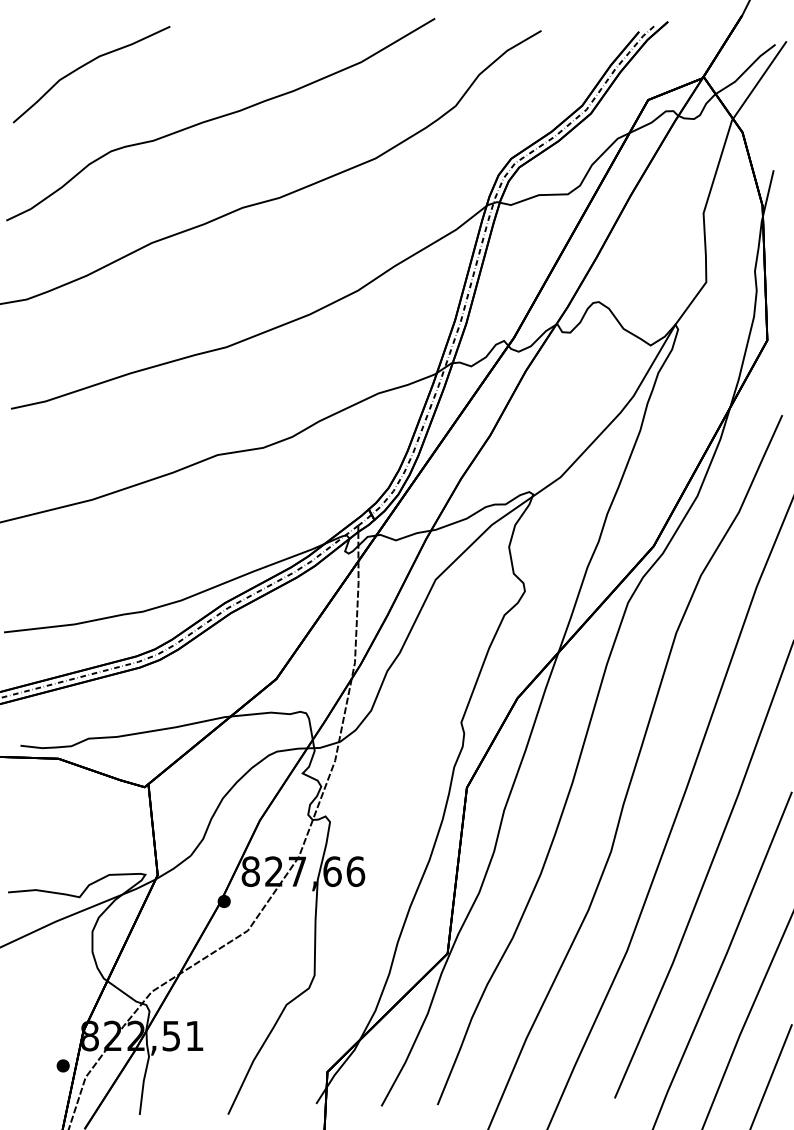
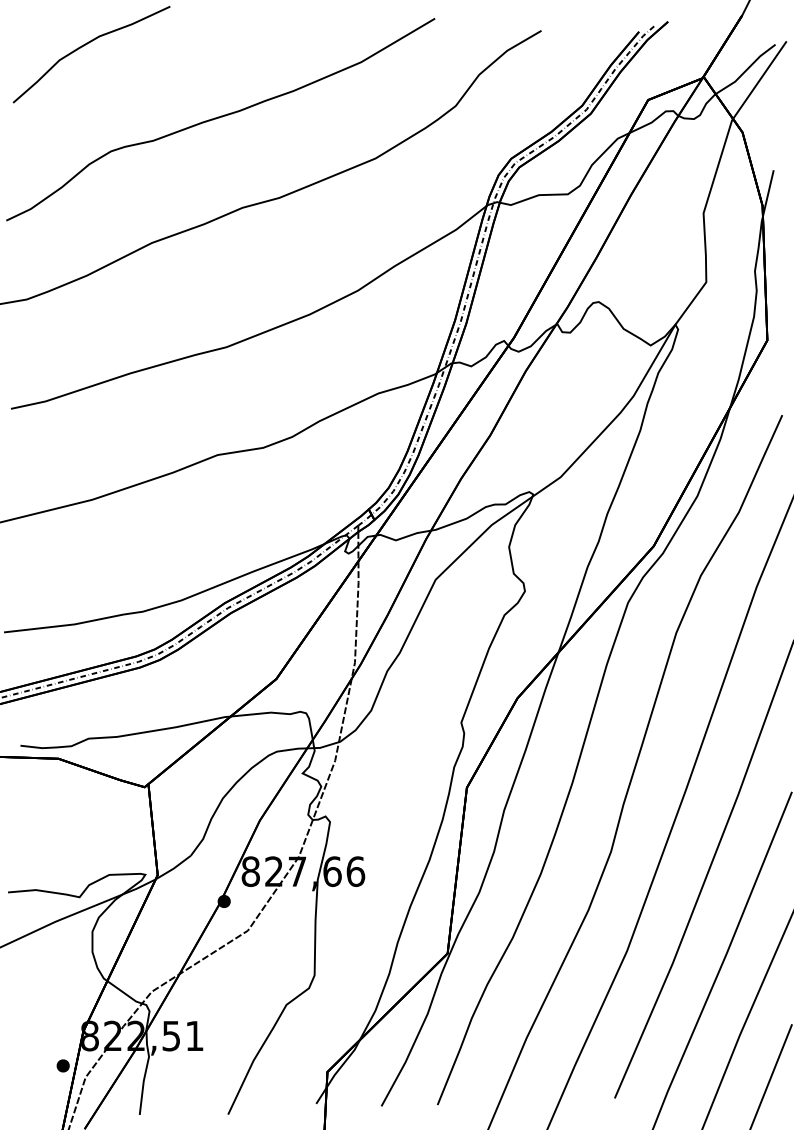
curve at (84, 66) position: (84, 66) -> (84, 46)
